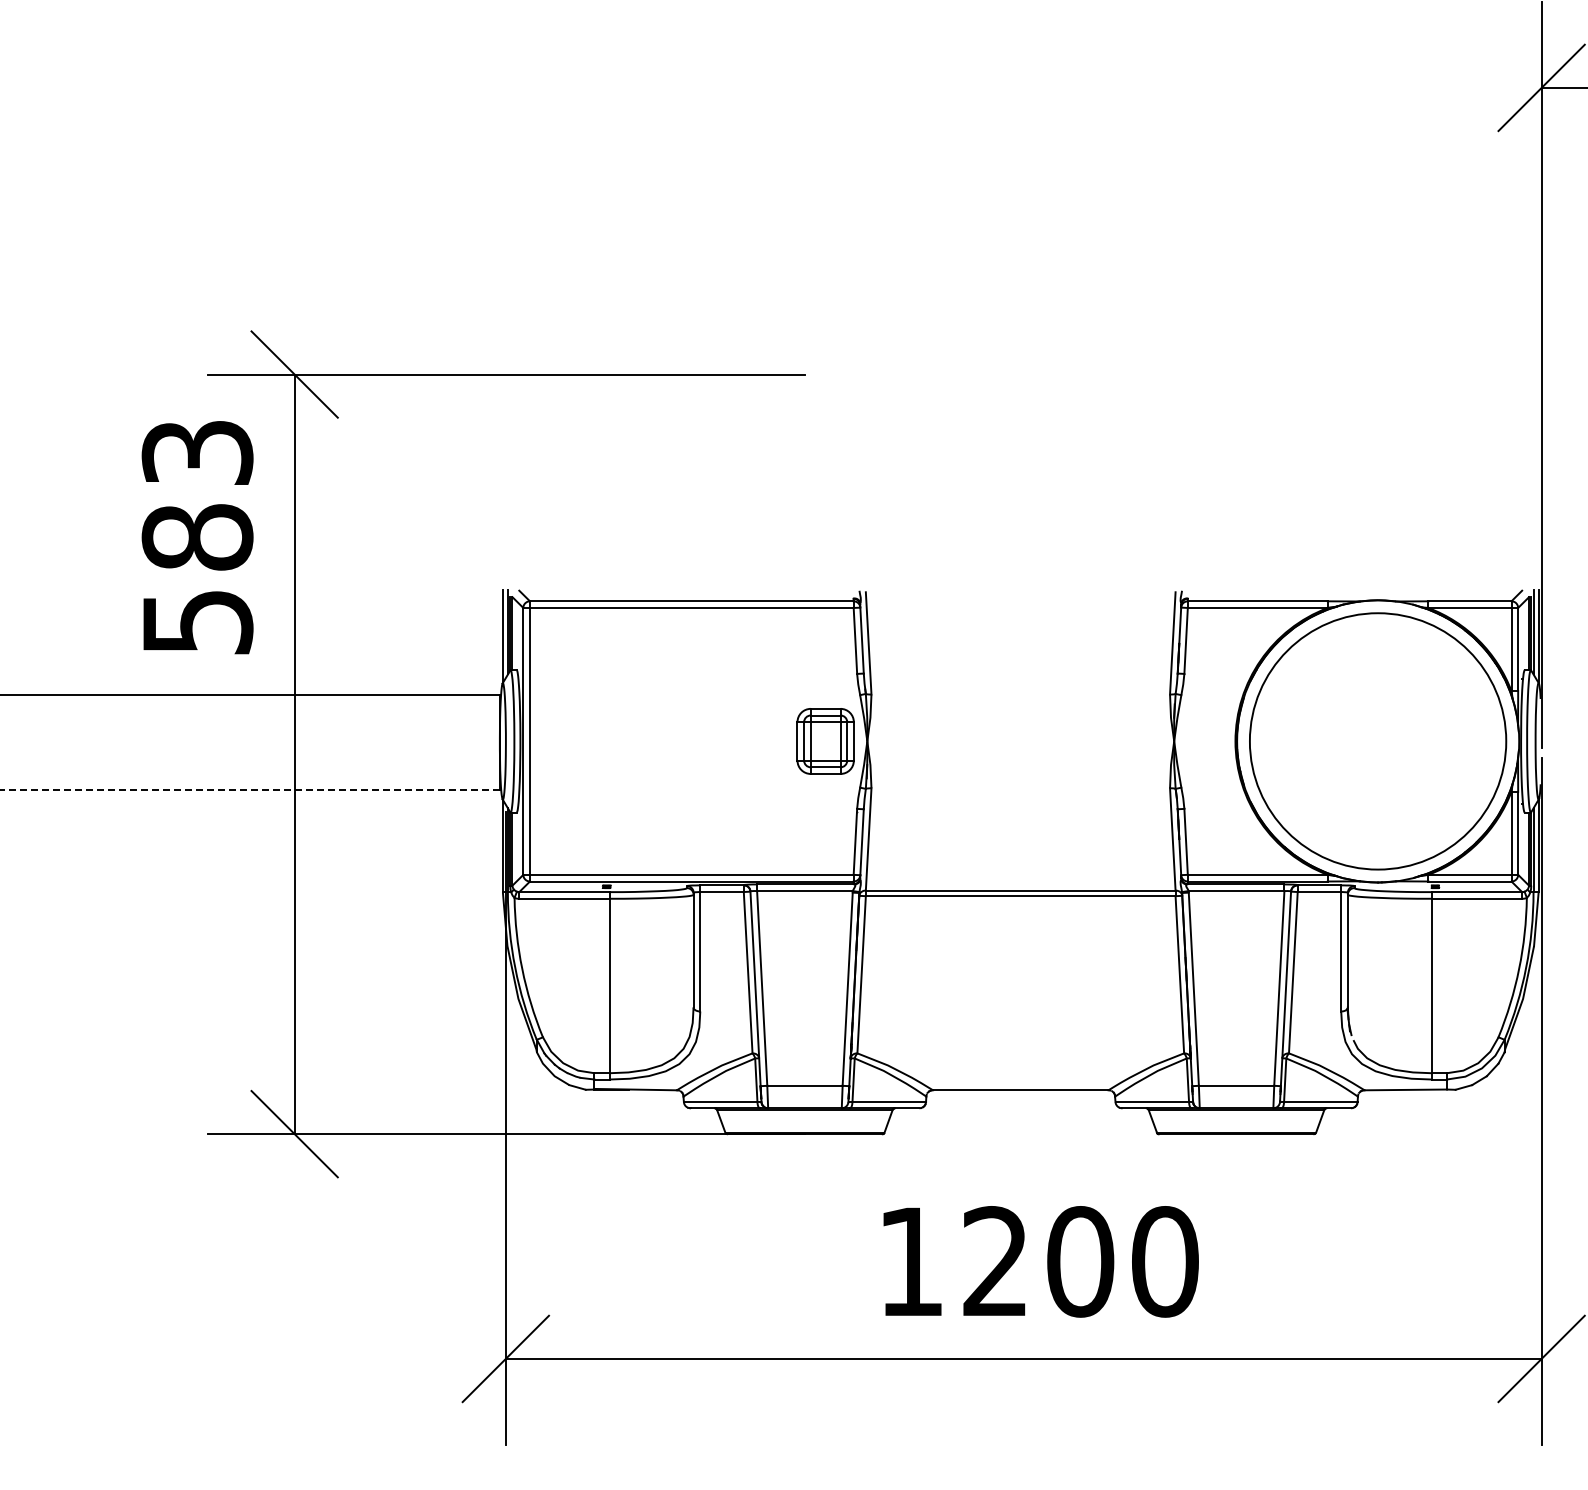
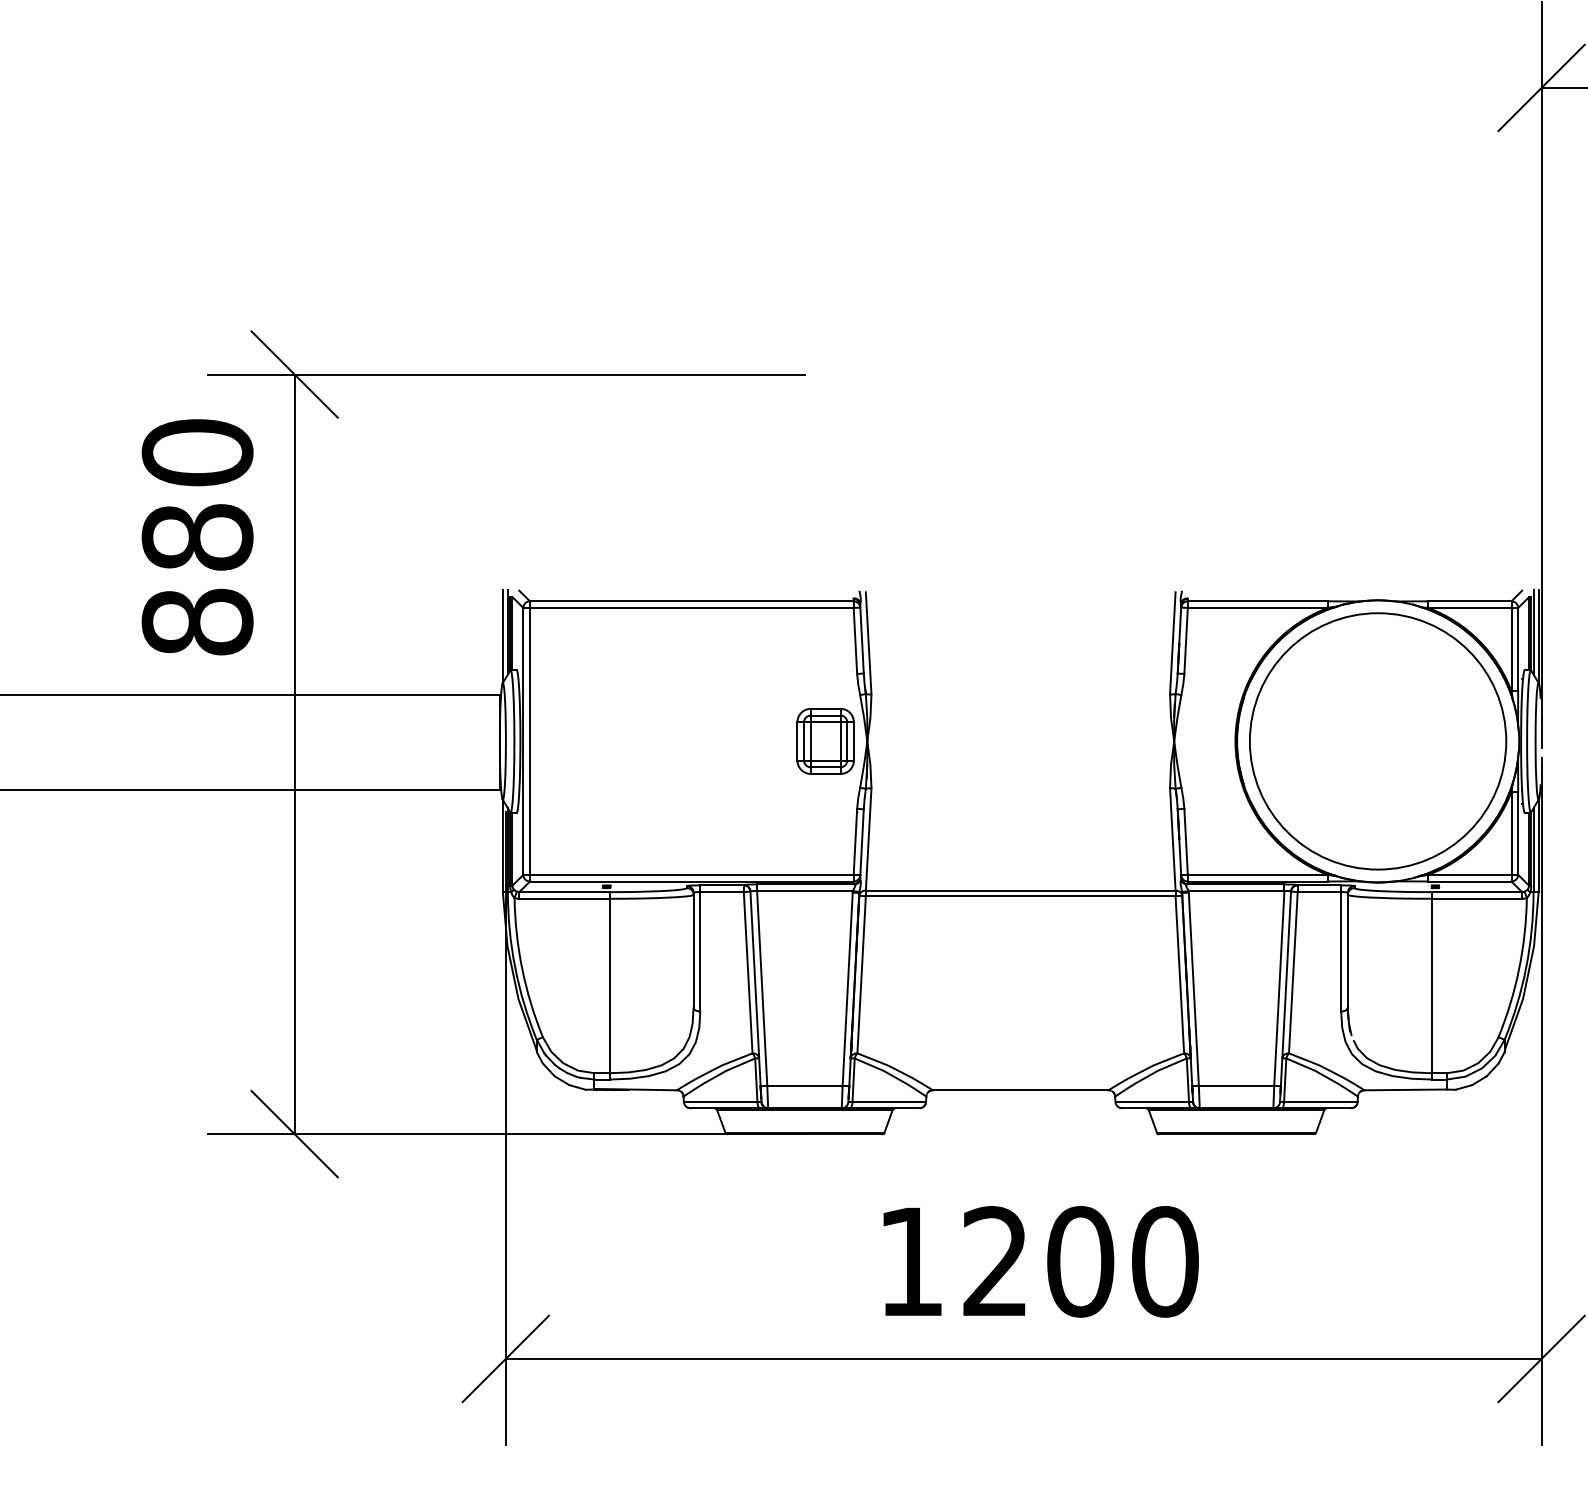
text at (197, 537): 583 -> 880
line at (250, 790): dashed -> solid
